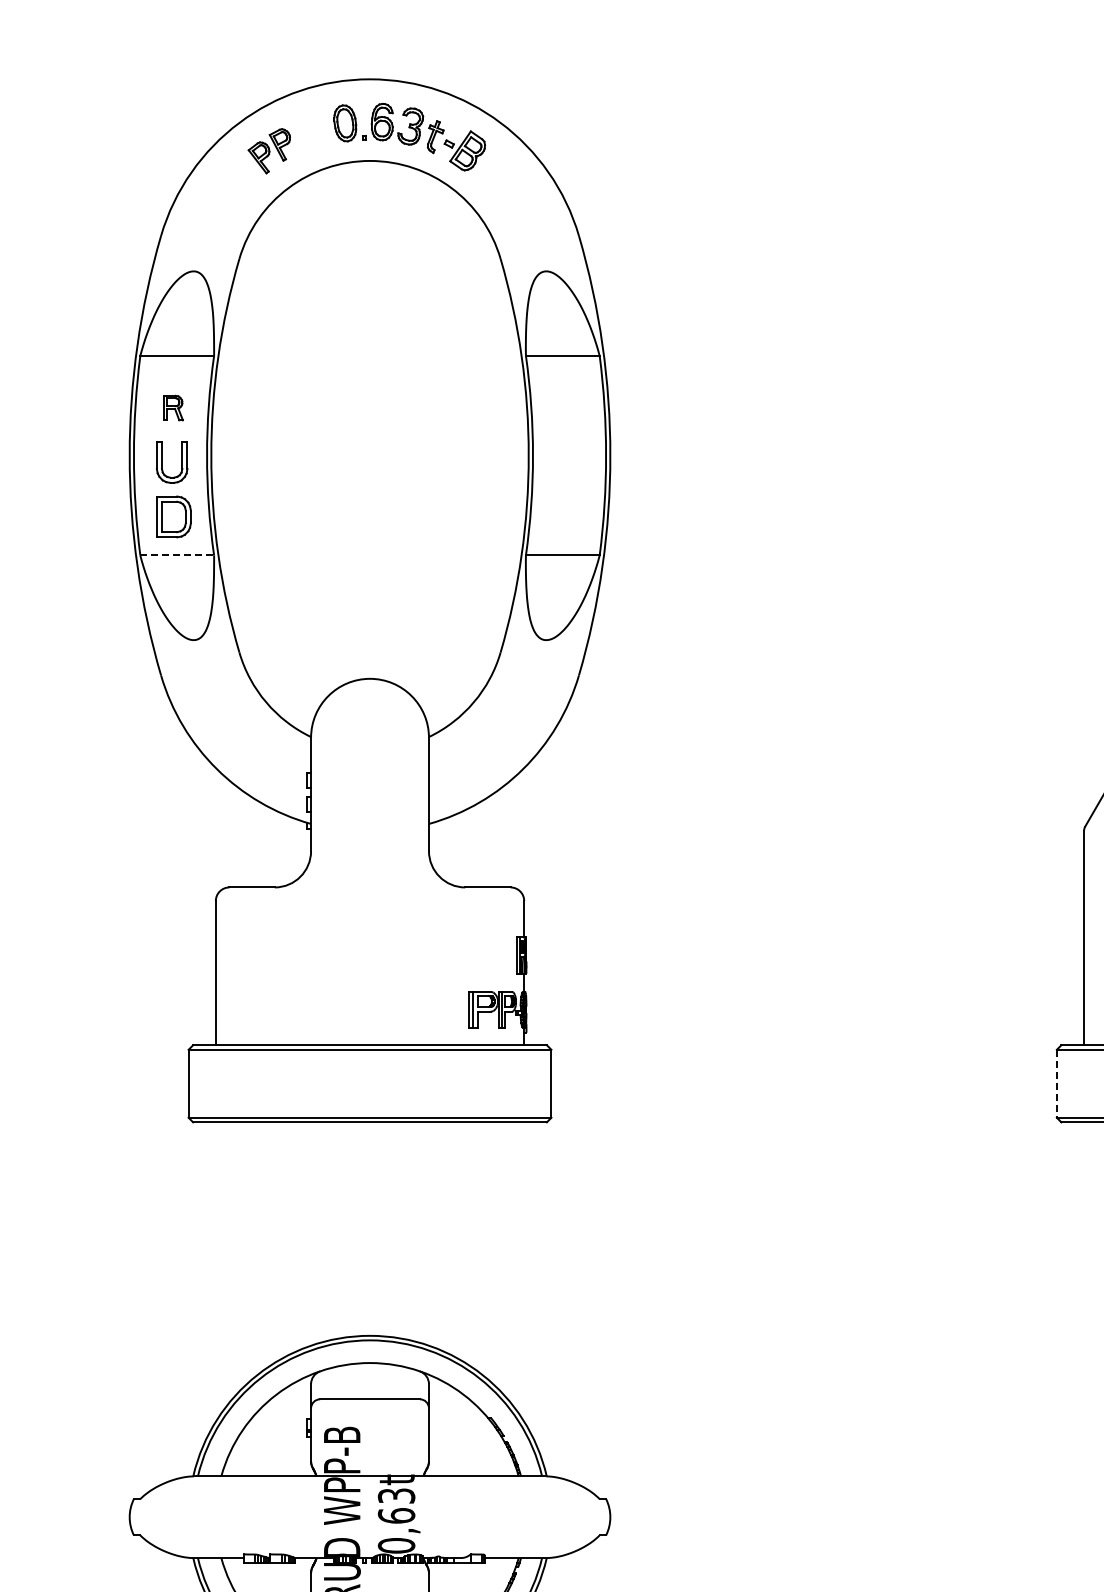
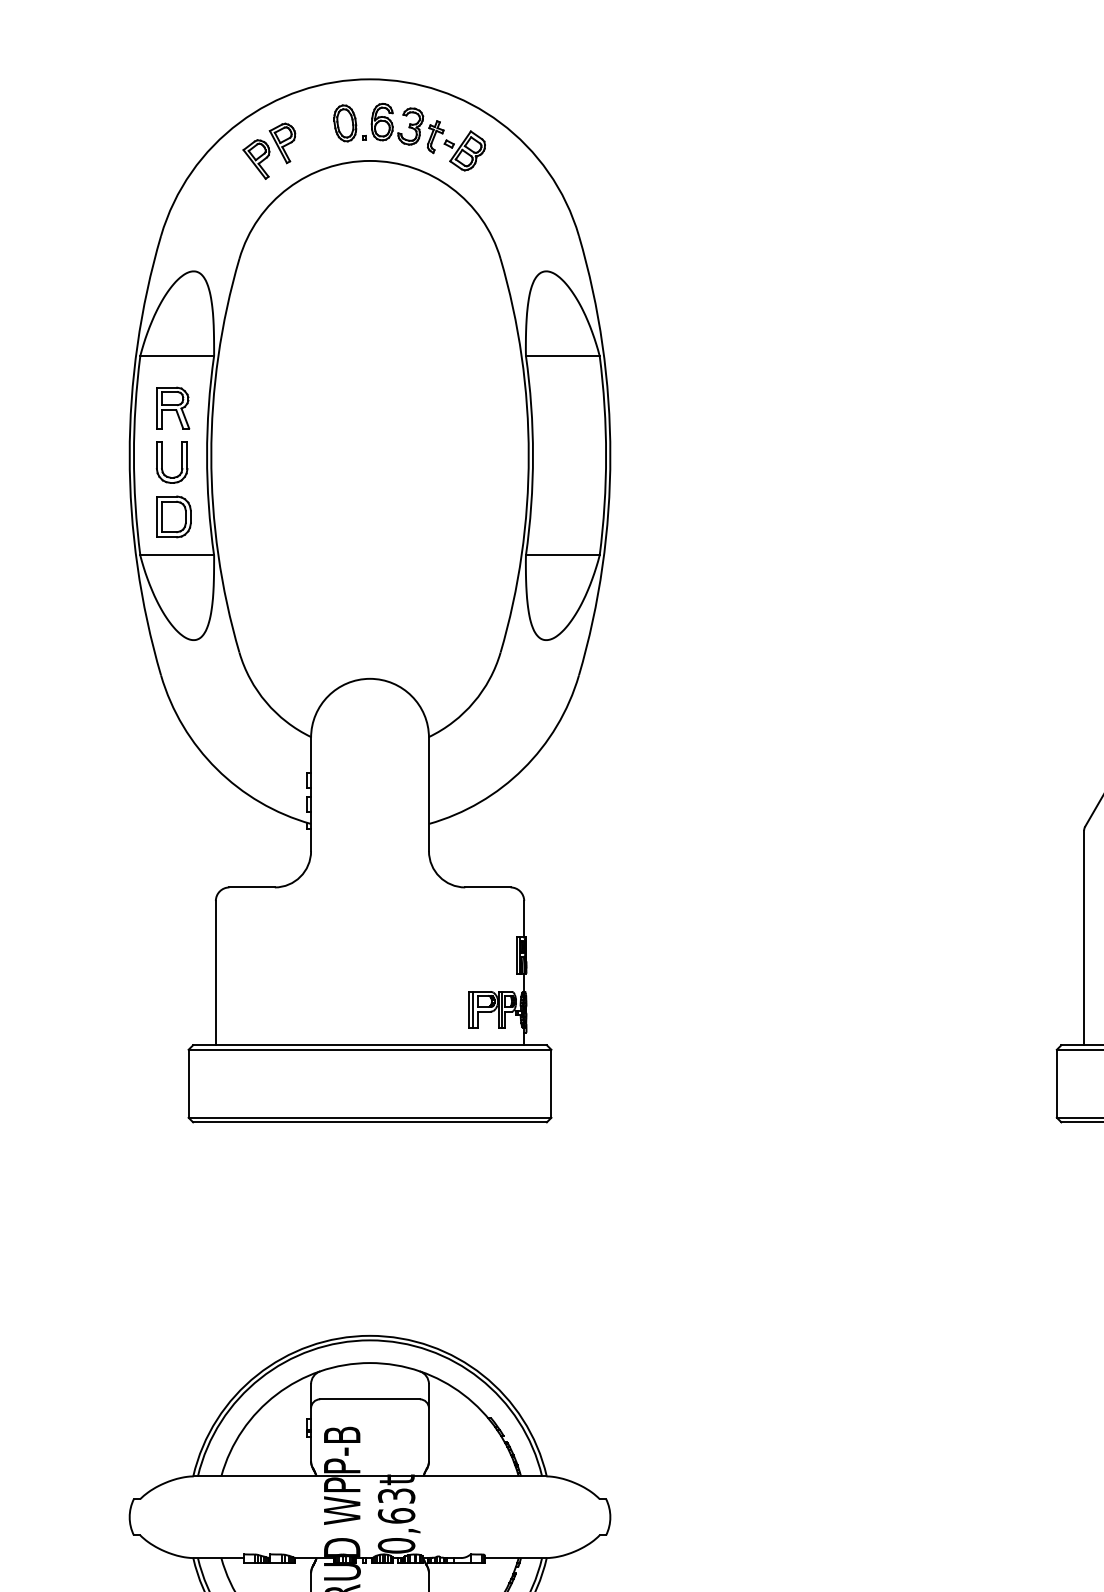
part at (268, 151) size: 44x47 px -> 55x58 px
part at (173, 407) size: 21x28 px -> 35x44 px
line at (177, 555): dashed -> solid
line at (1056, 1084): dashed -> solid
